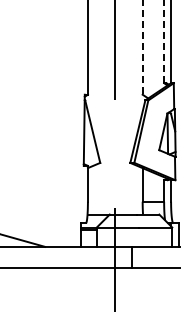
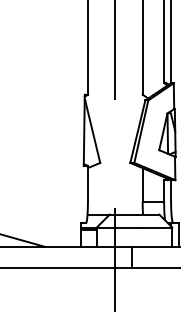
line at (164, 41): dashed -> solid
line at (142, 47): dashed -> solid
